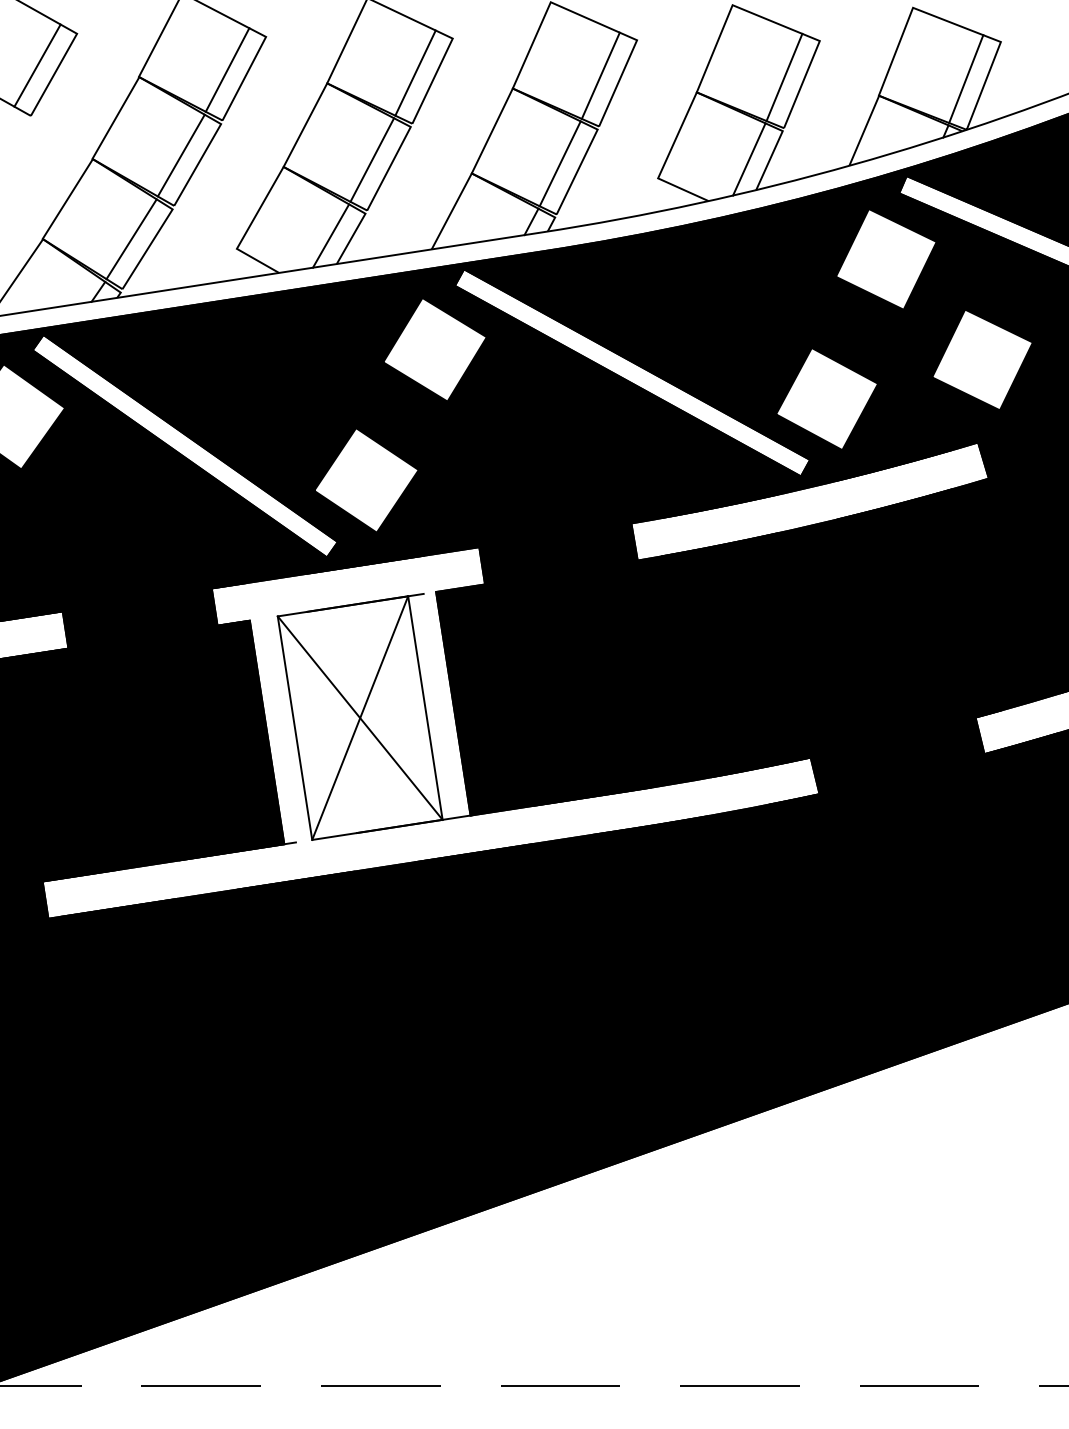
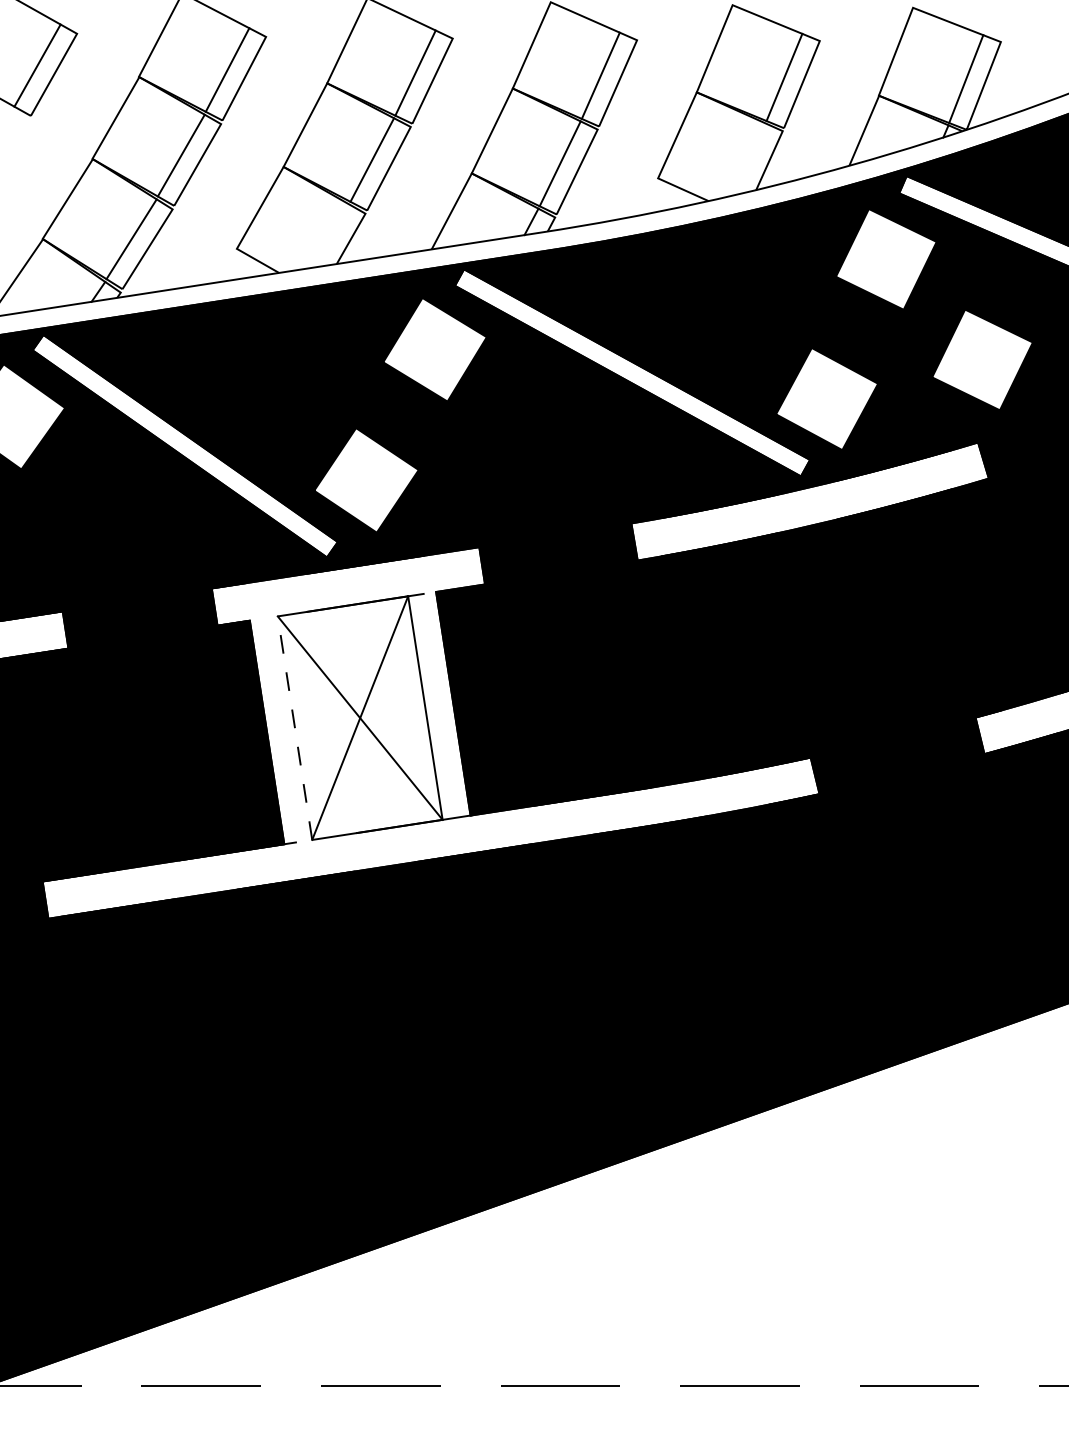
line at (749, 159): present -> none
line at (330, 235): present -> none
line at (294, 727): solid -> dashed
